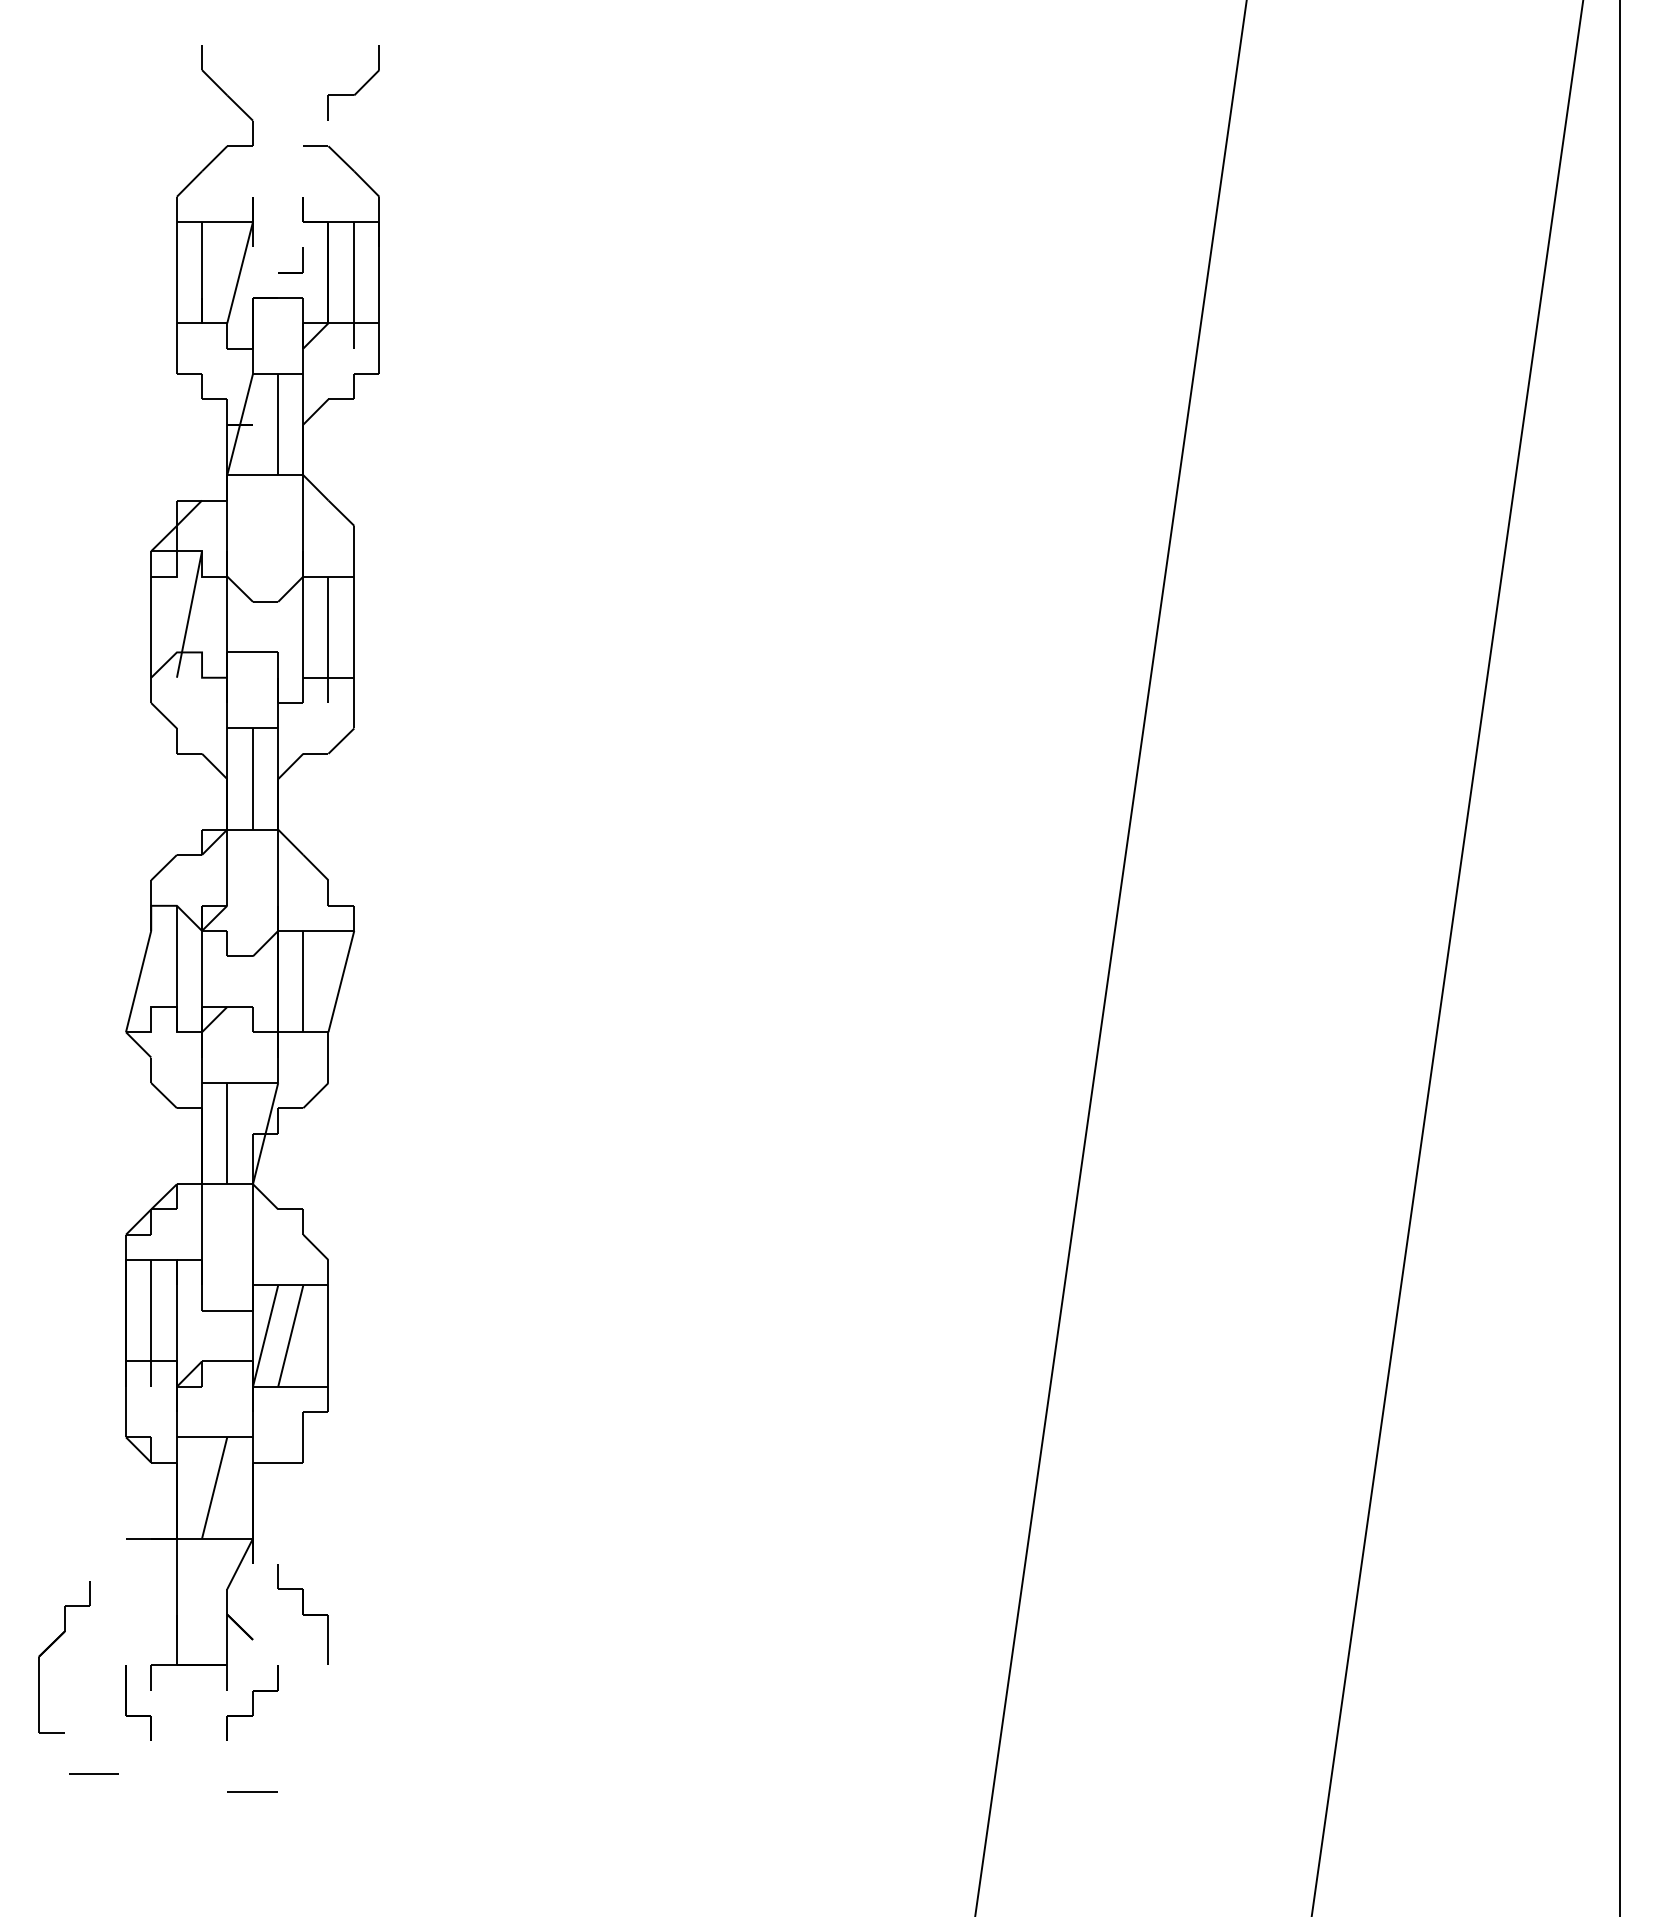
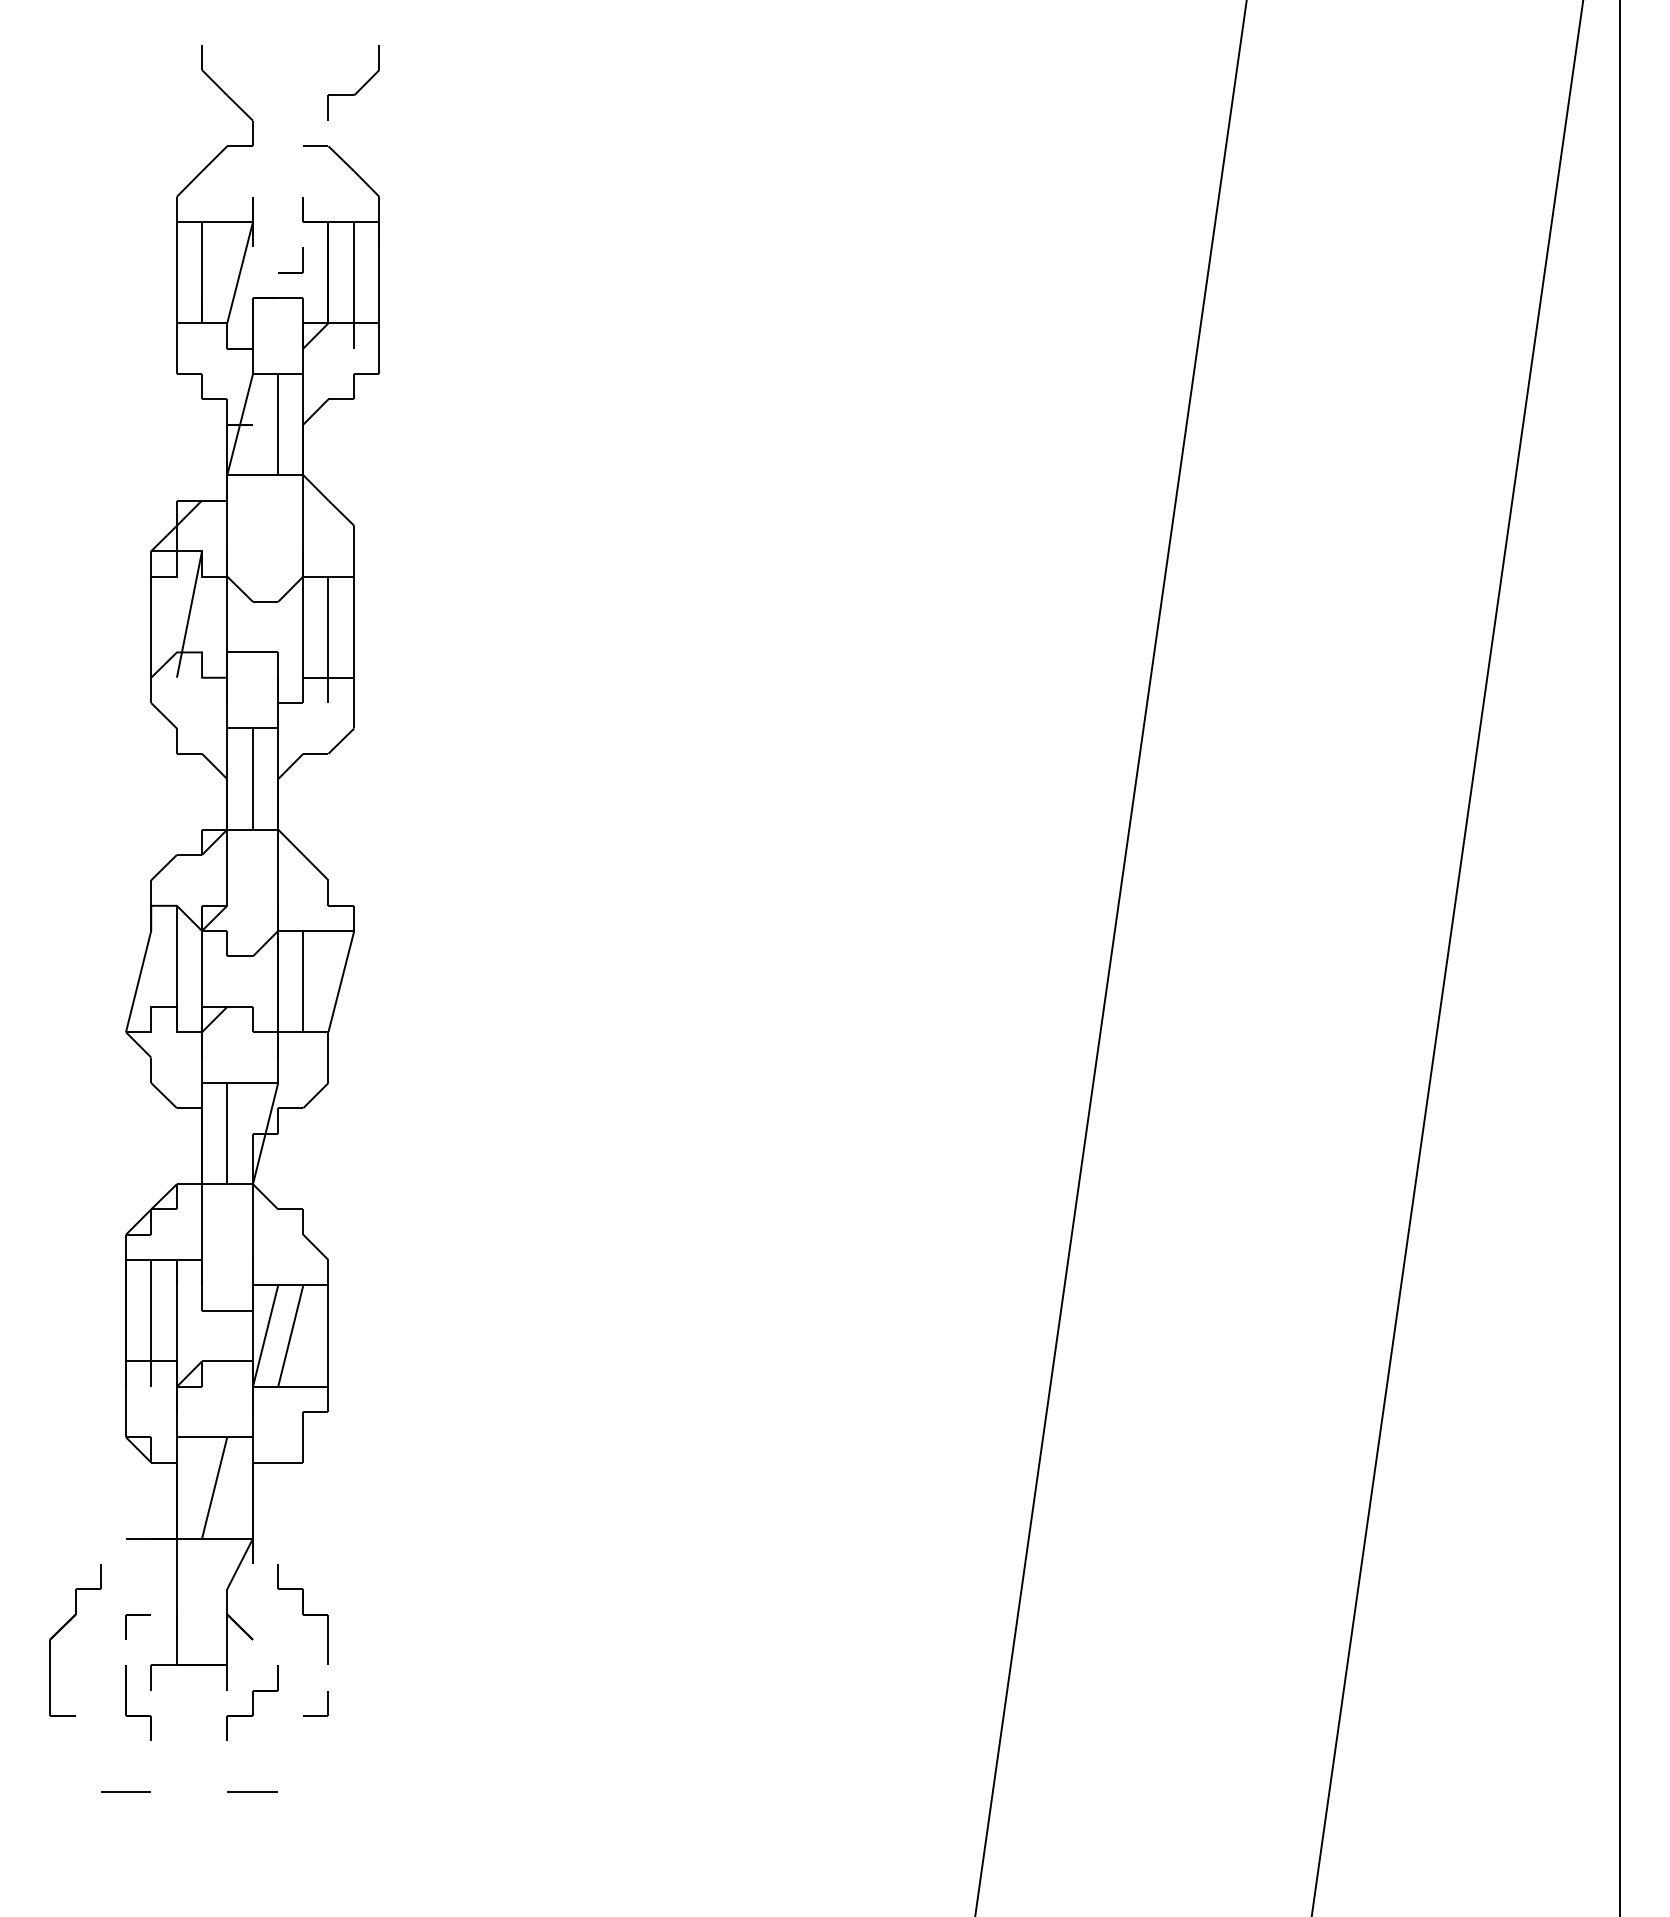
part at (137, 1615): none -> present
part at (52, 1645) position: (52, 1645) -> (63, 1628)
part at (327, 1703): none -> present
line at (93, 1773) position: (93, 1773) -> (125, 1791)
